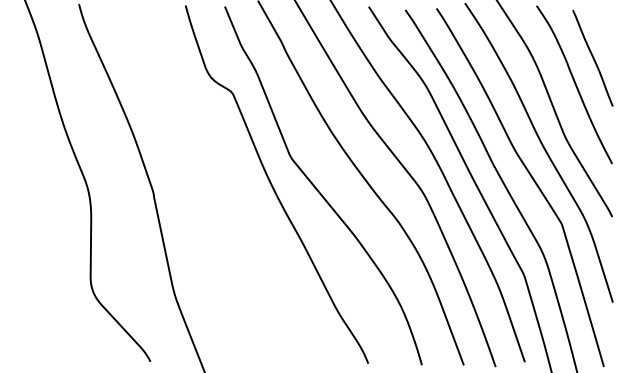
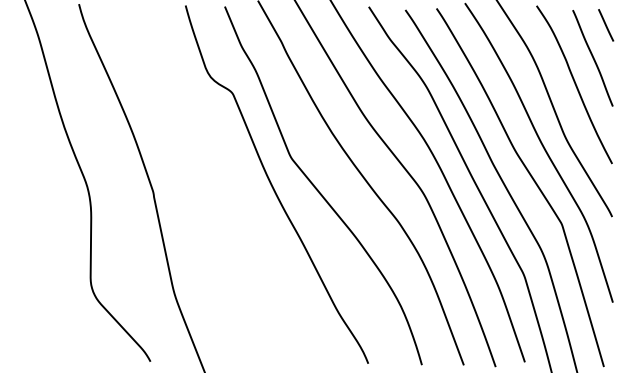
line at (606, 25): none -> present
